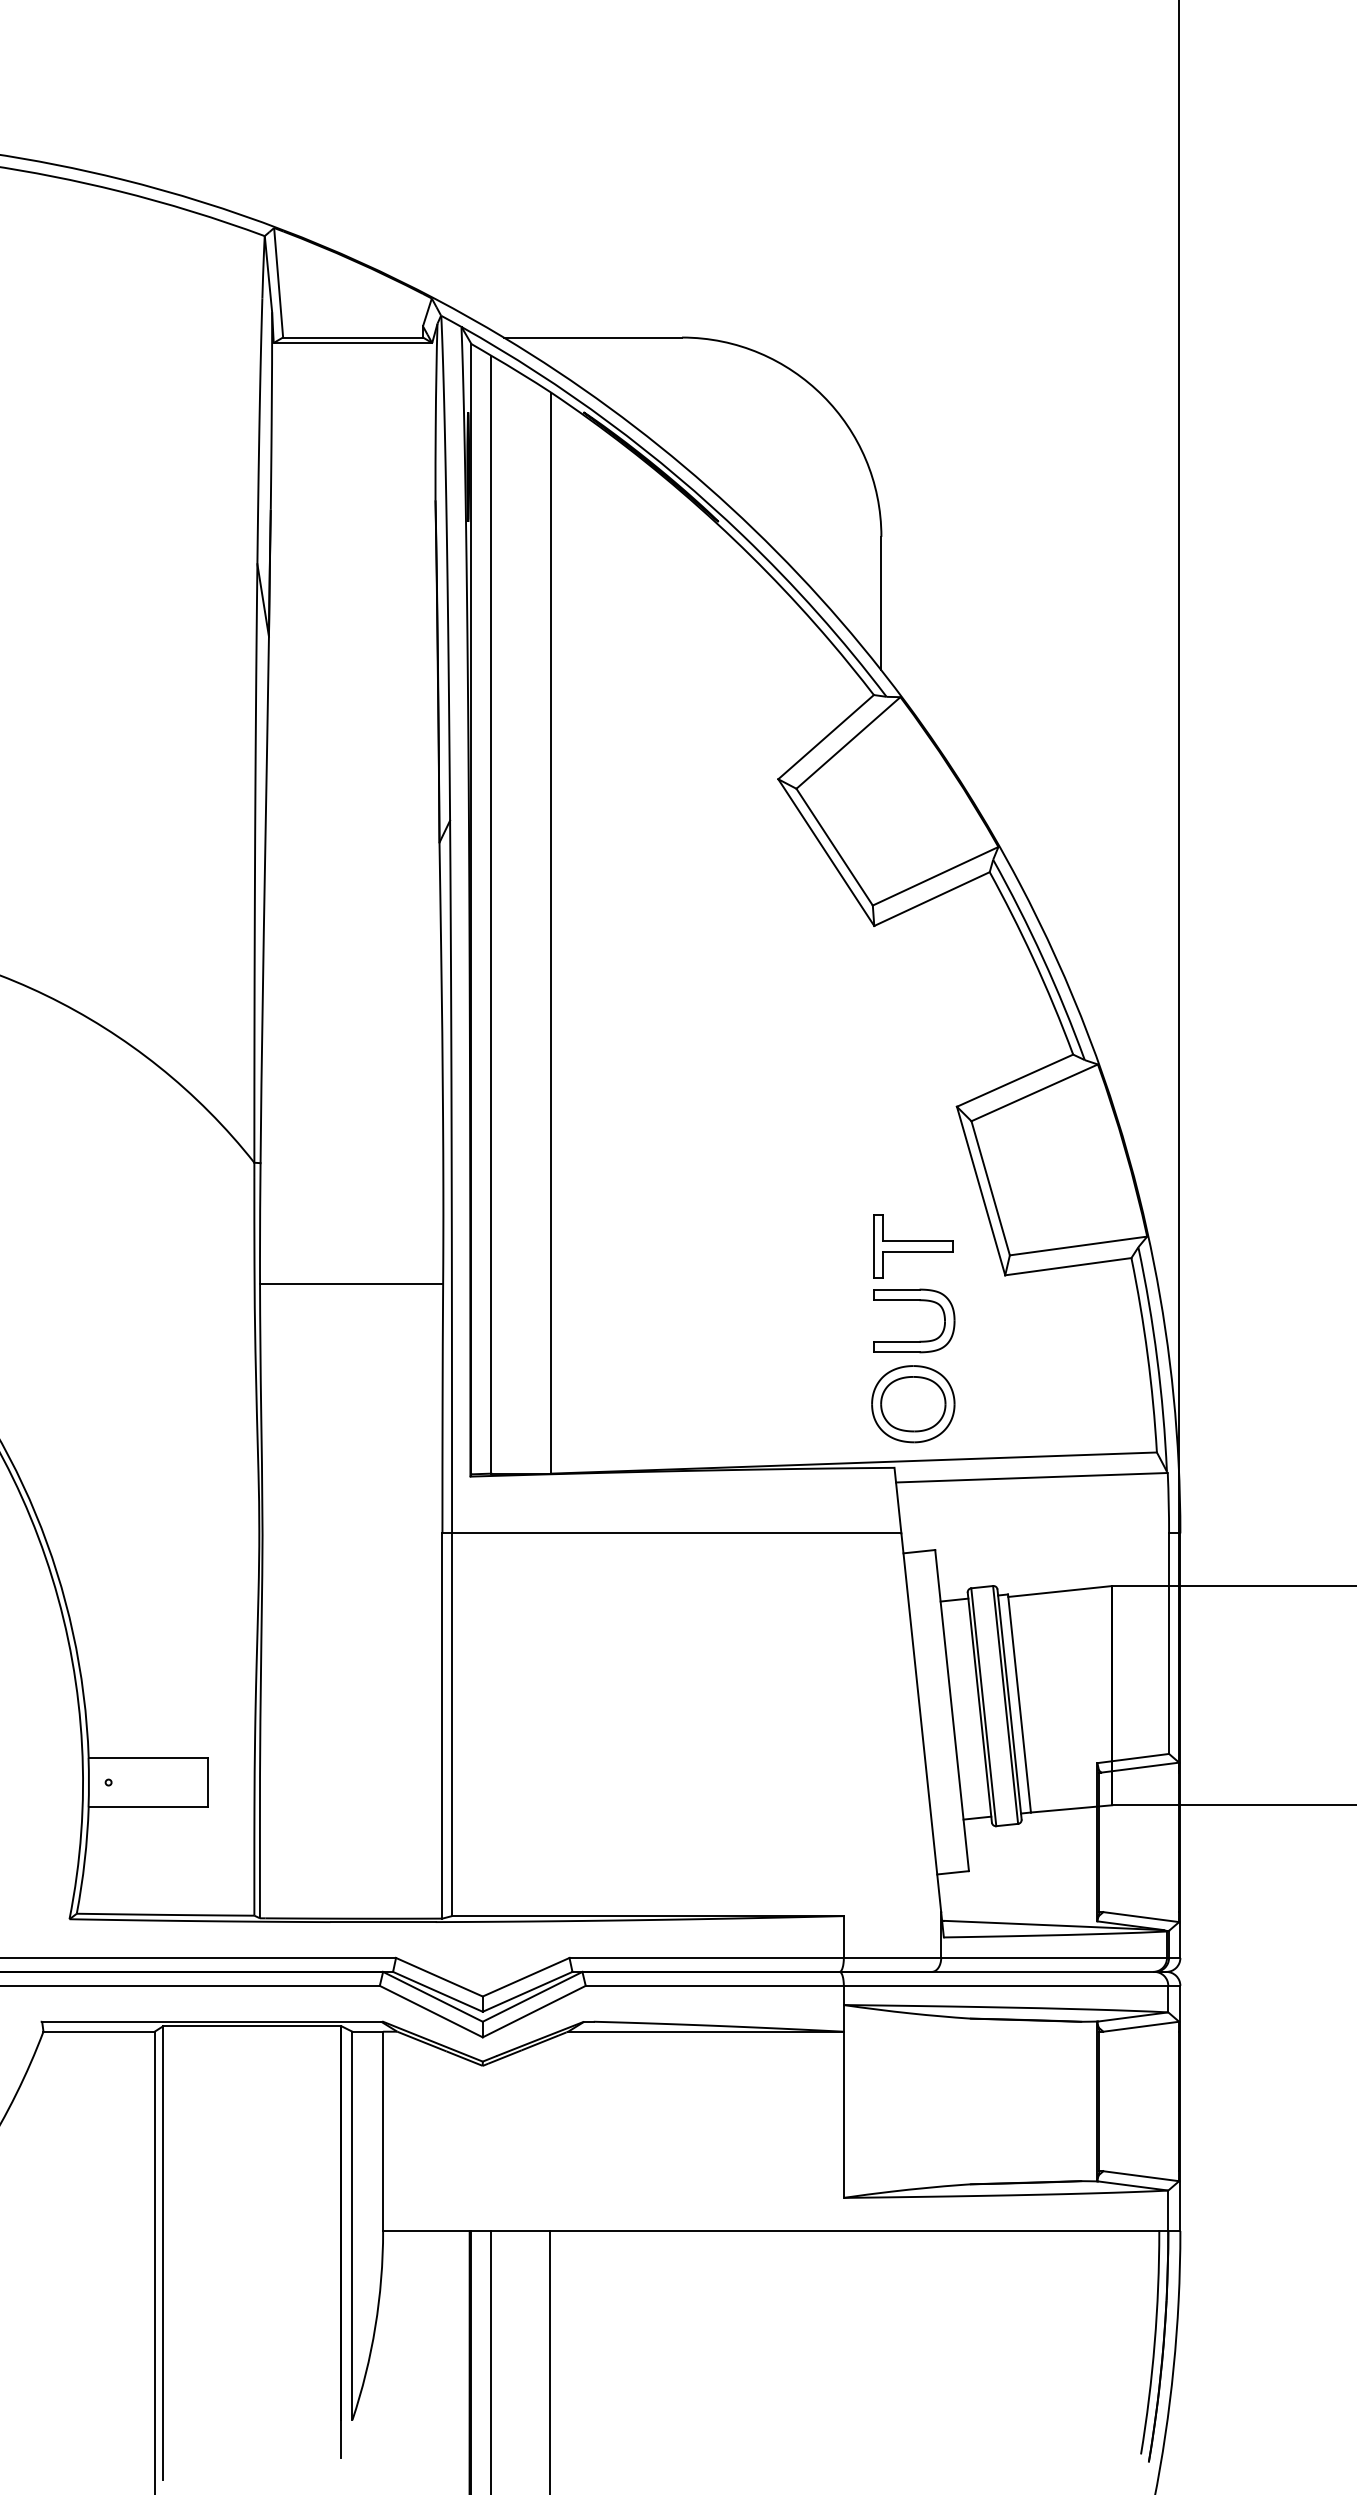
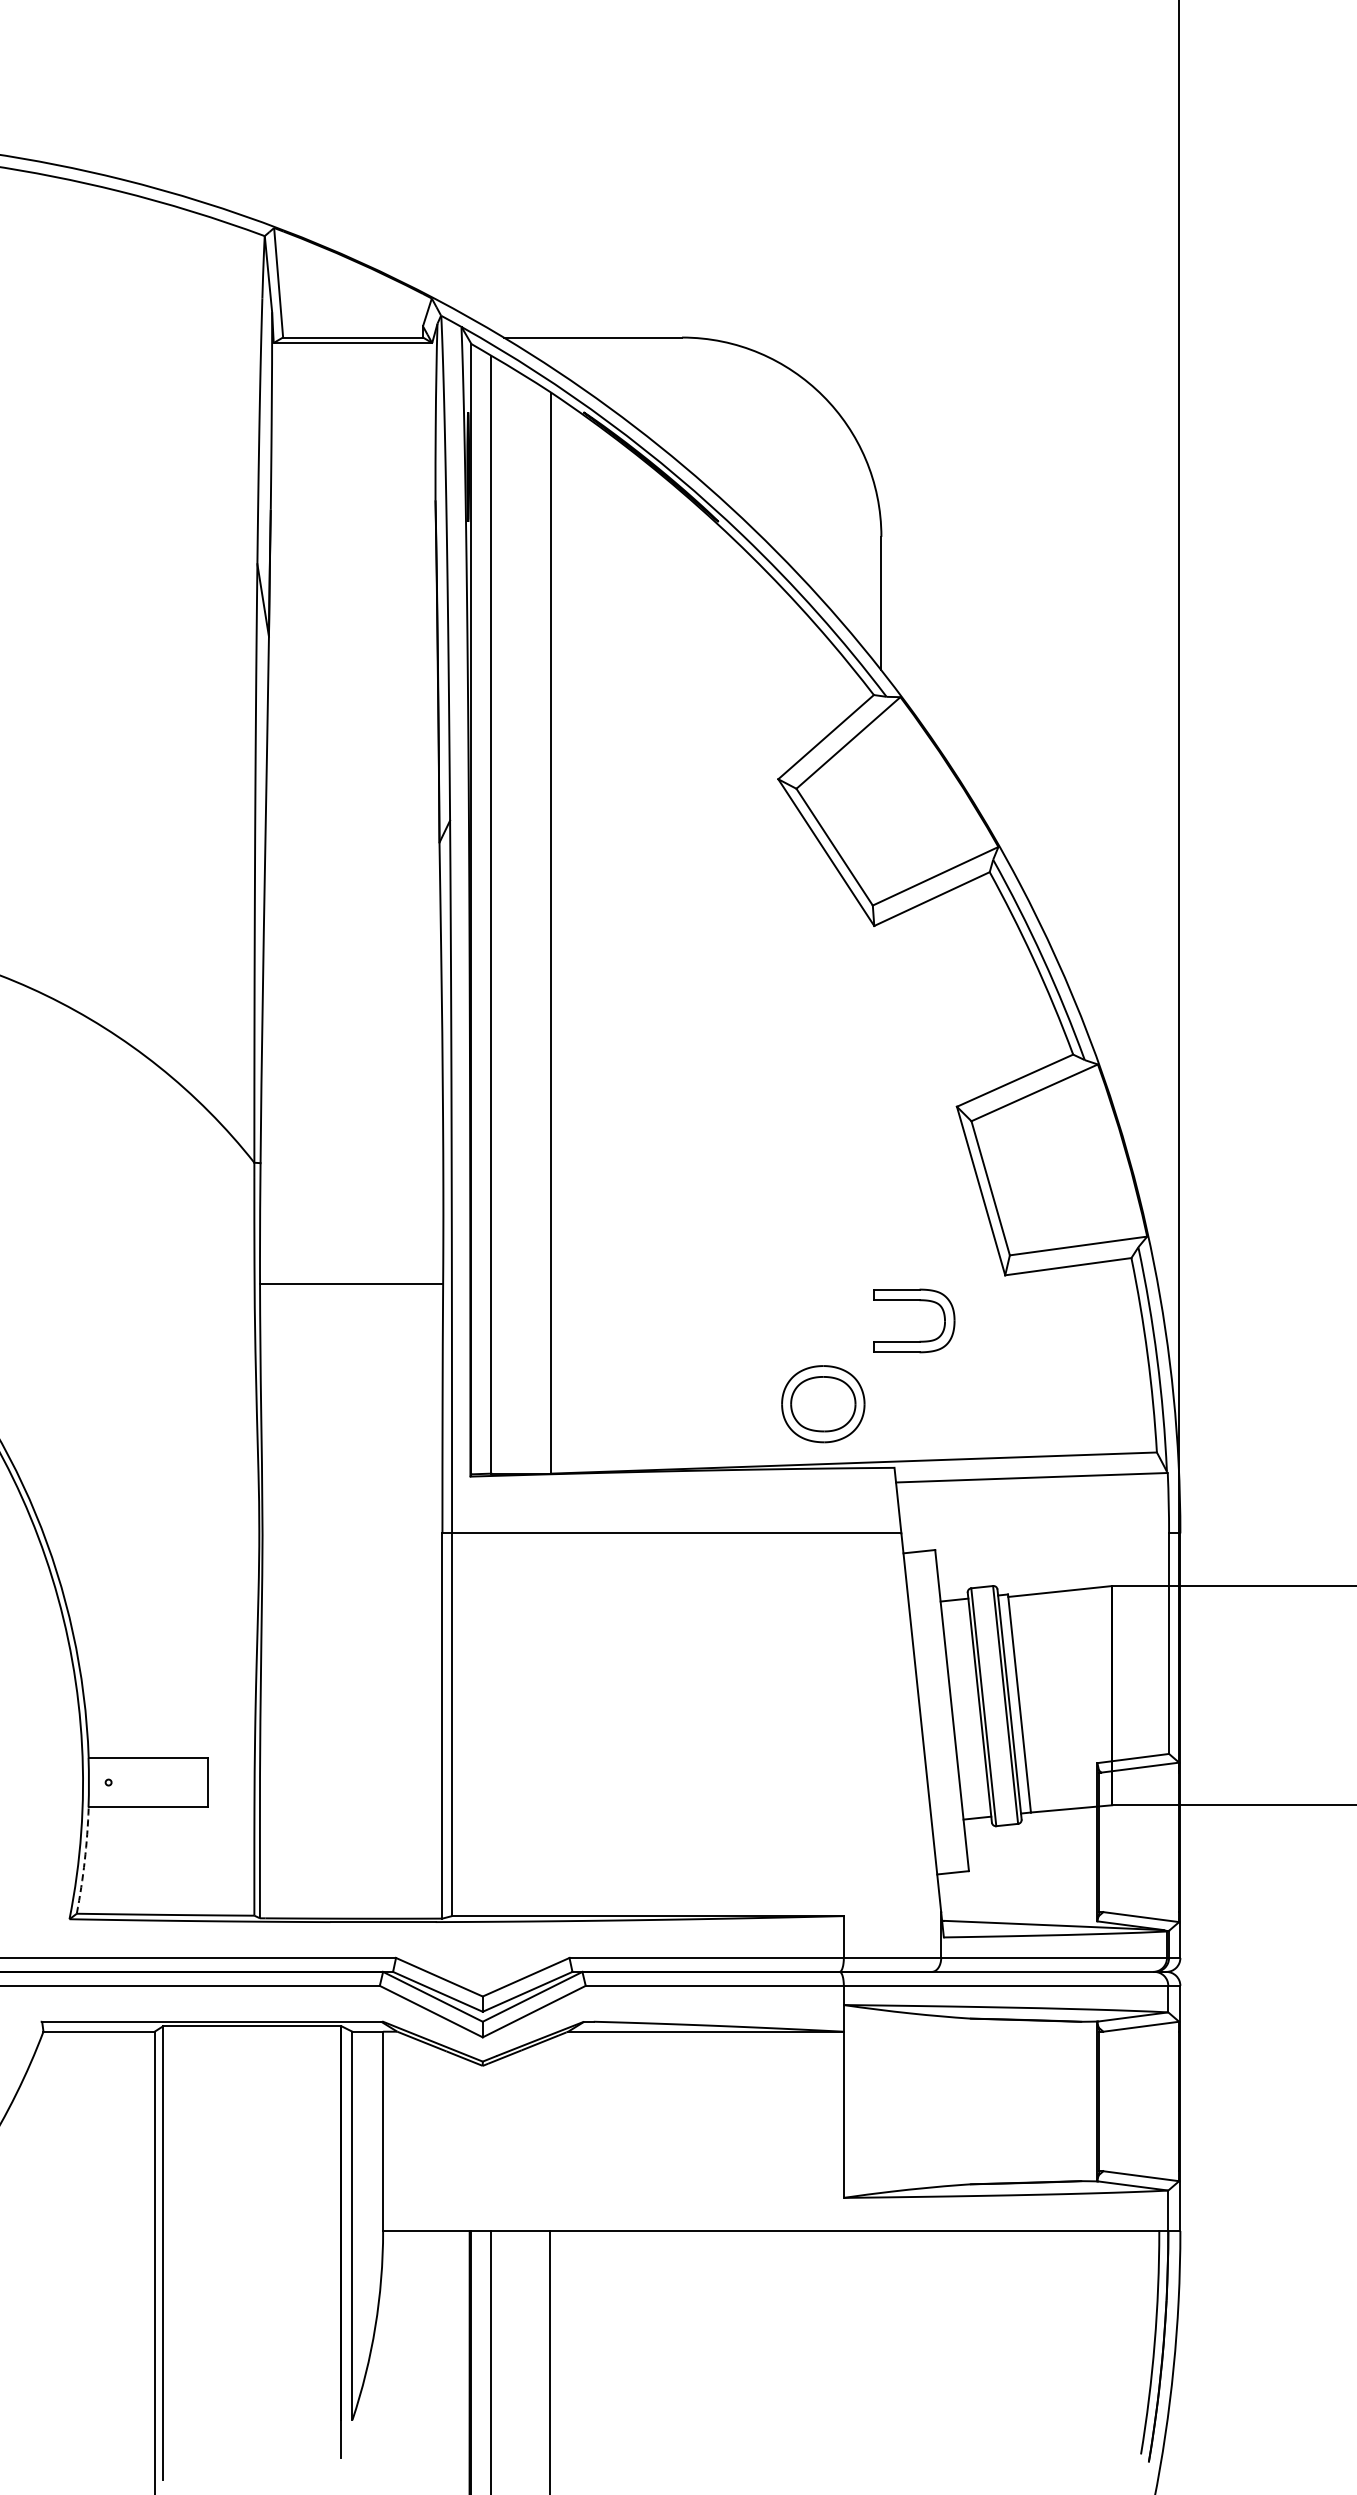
part at (913, 1246): present -> none
part at (913, 1404) position: (913, 1404) -> (823, 1404)
arc at (84, 1860): solid -> dashed
